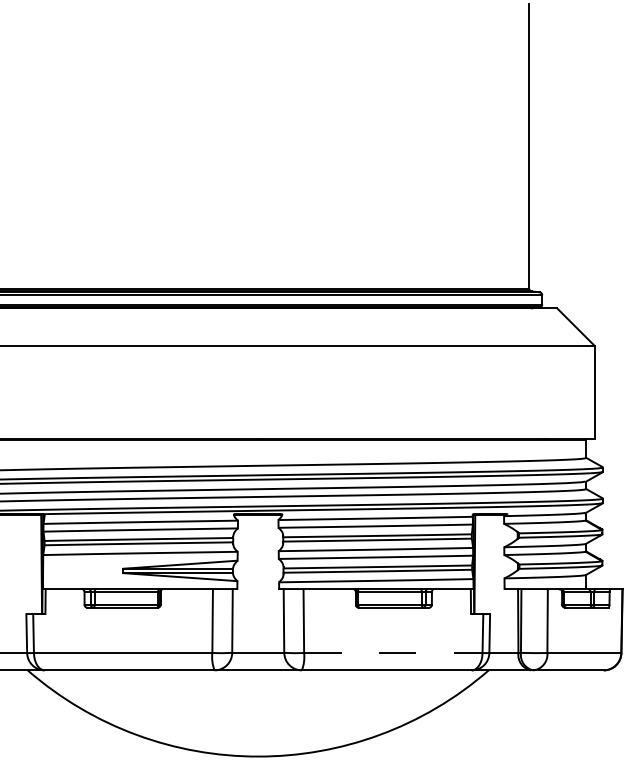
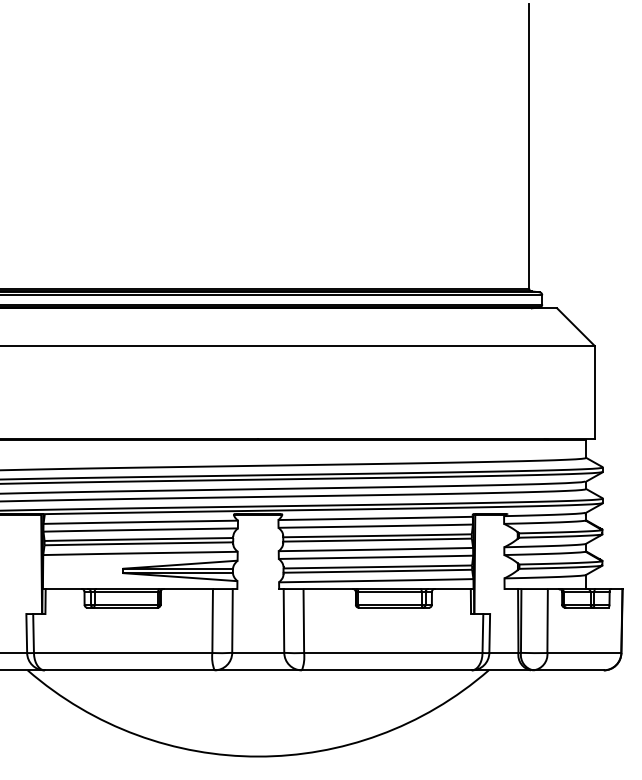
line at (393, 653): dashed -> solid
